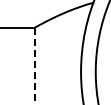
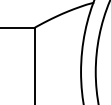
line at (34, 66): dashed -> solid
